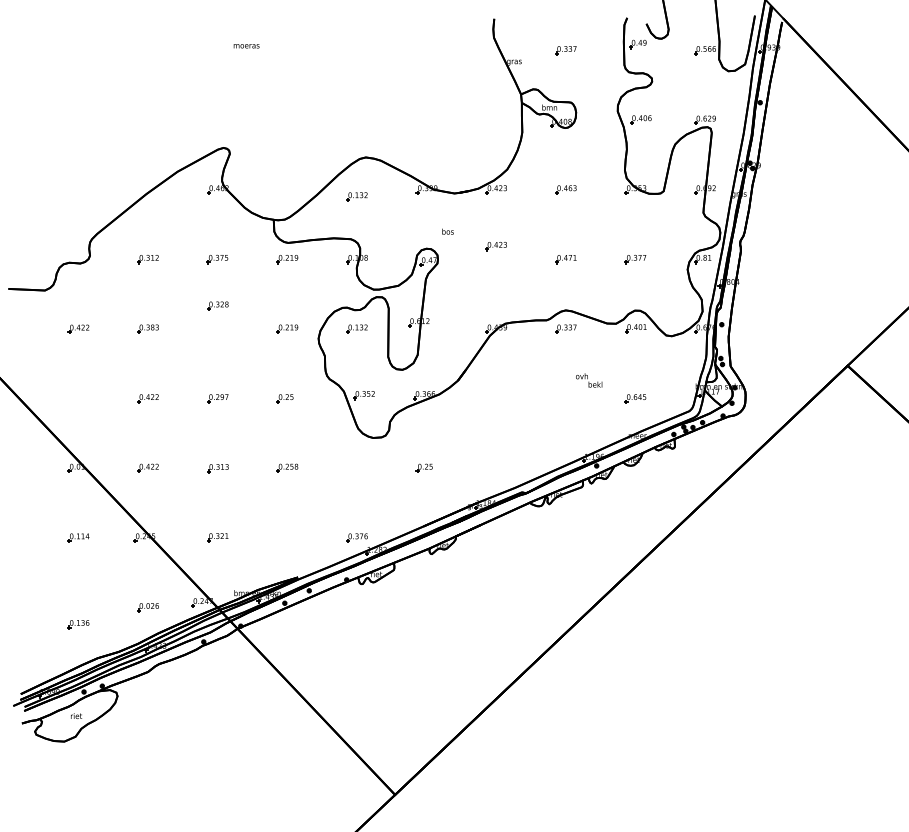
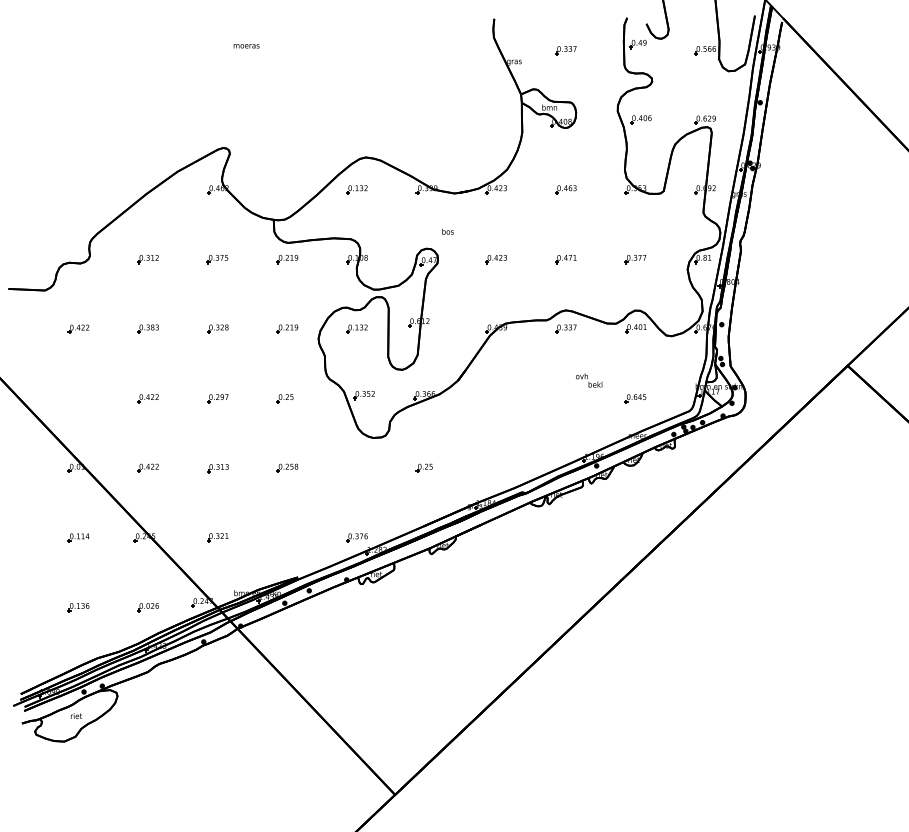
part at (356, 196) position: (356, 196) -> (356, 189)
part at (495, 246) position: (495, 246) -> (495, 259)
part at (217, 305) position: (217, 305) -> (217, 328)
part at (78, 624) position: (78, 624) -> (78, 607)
